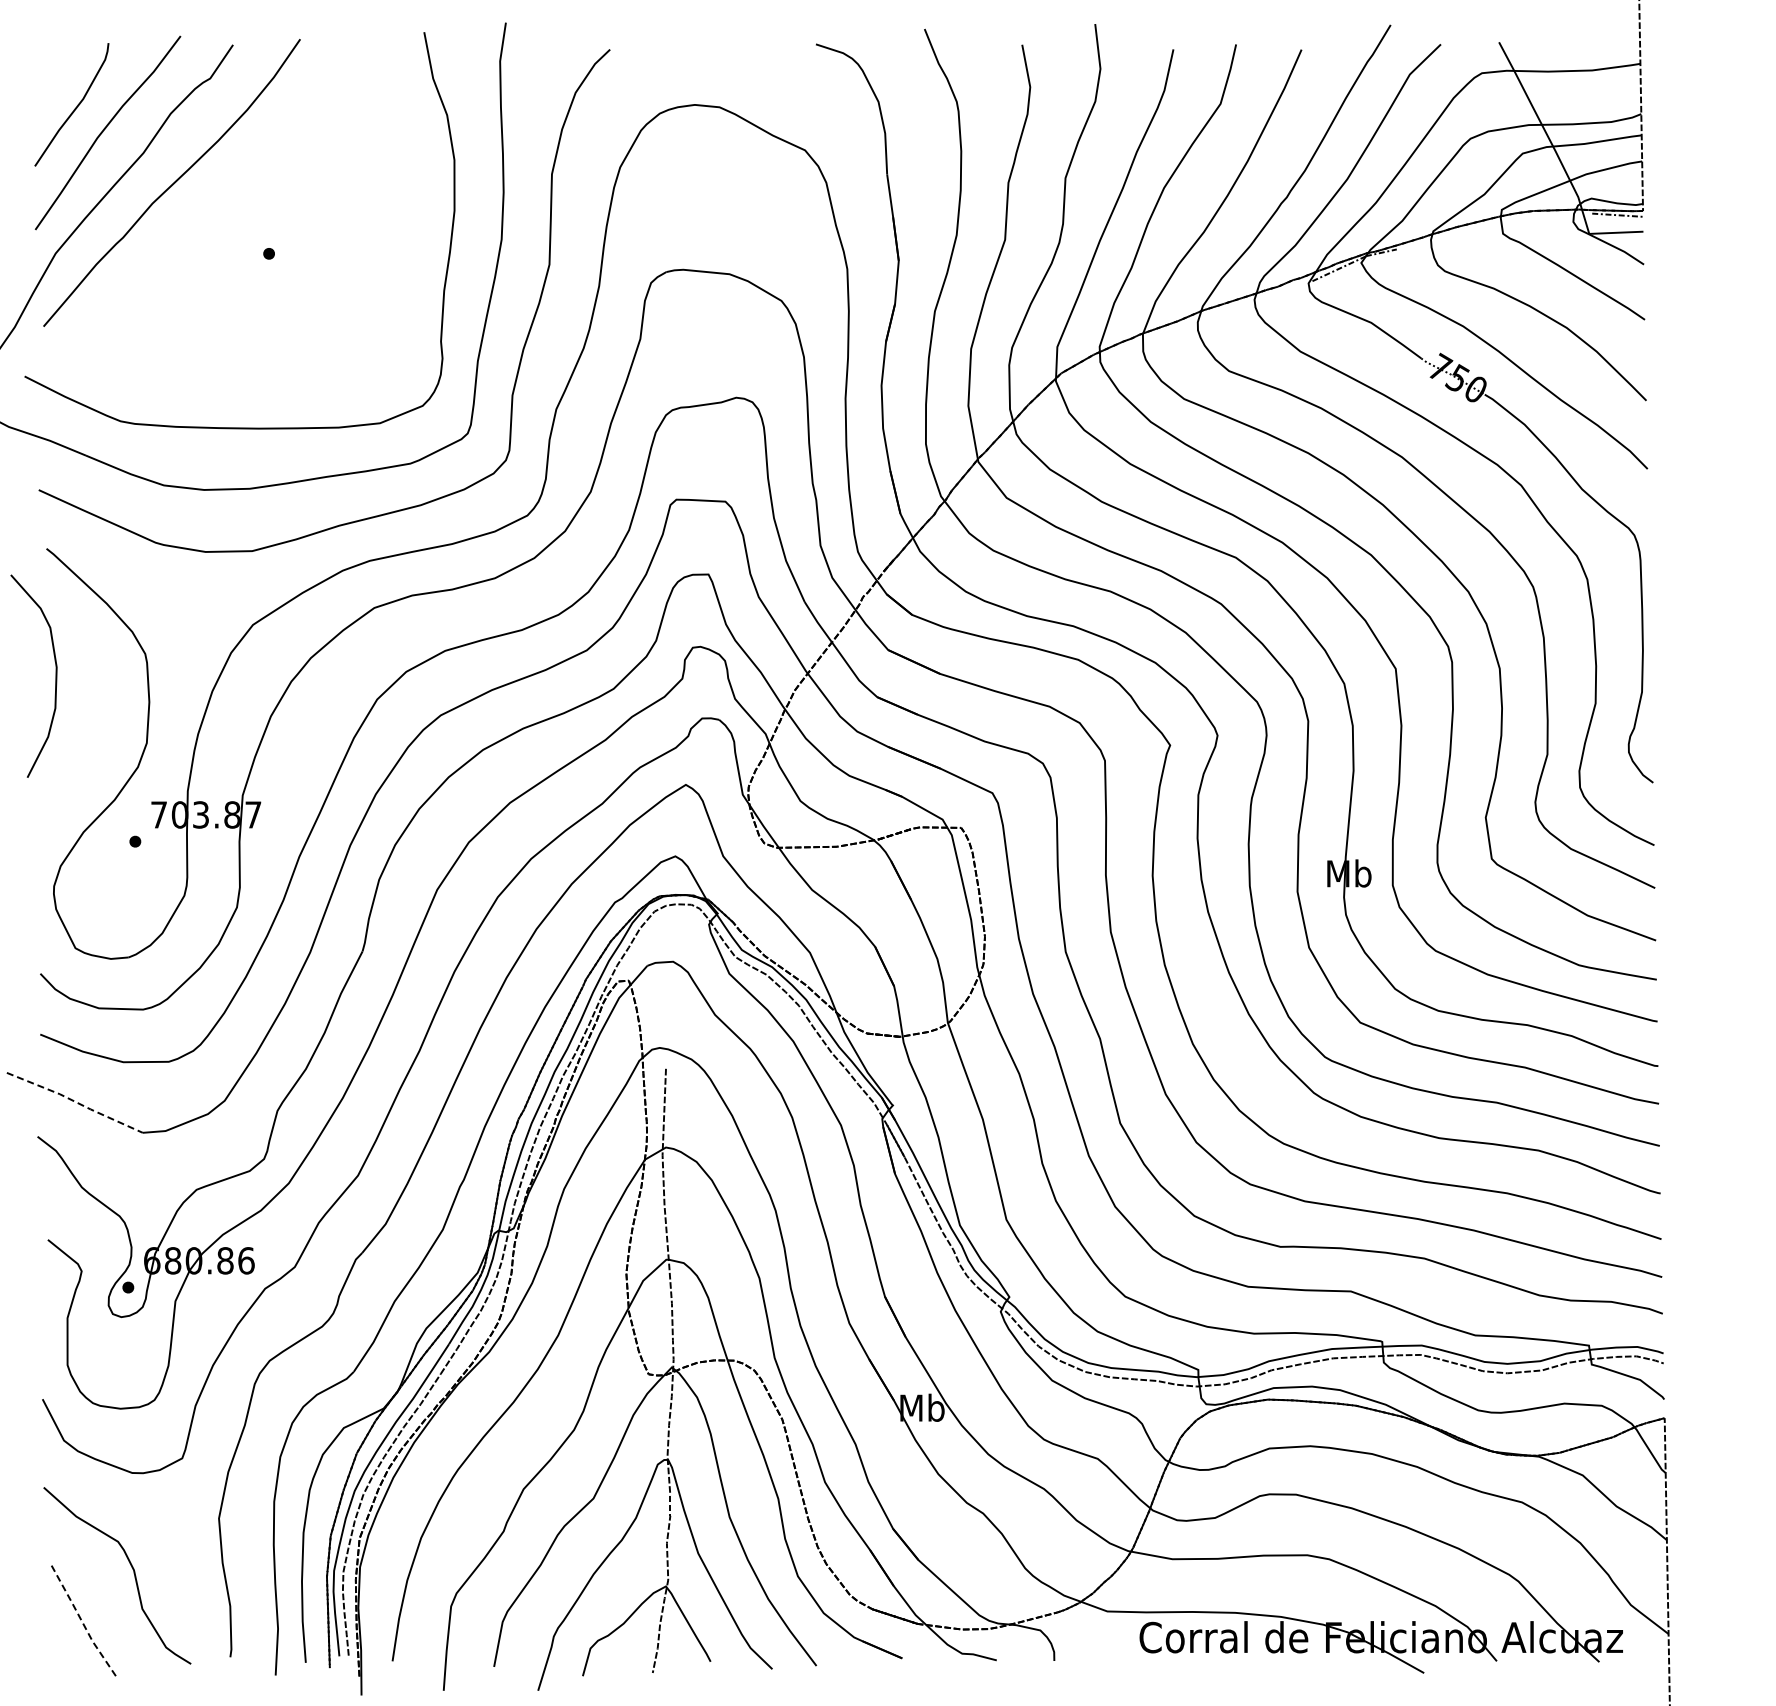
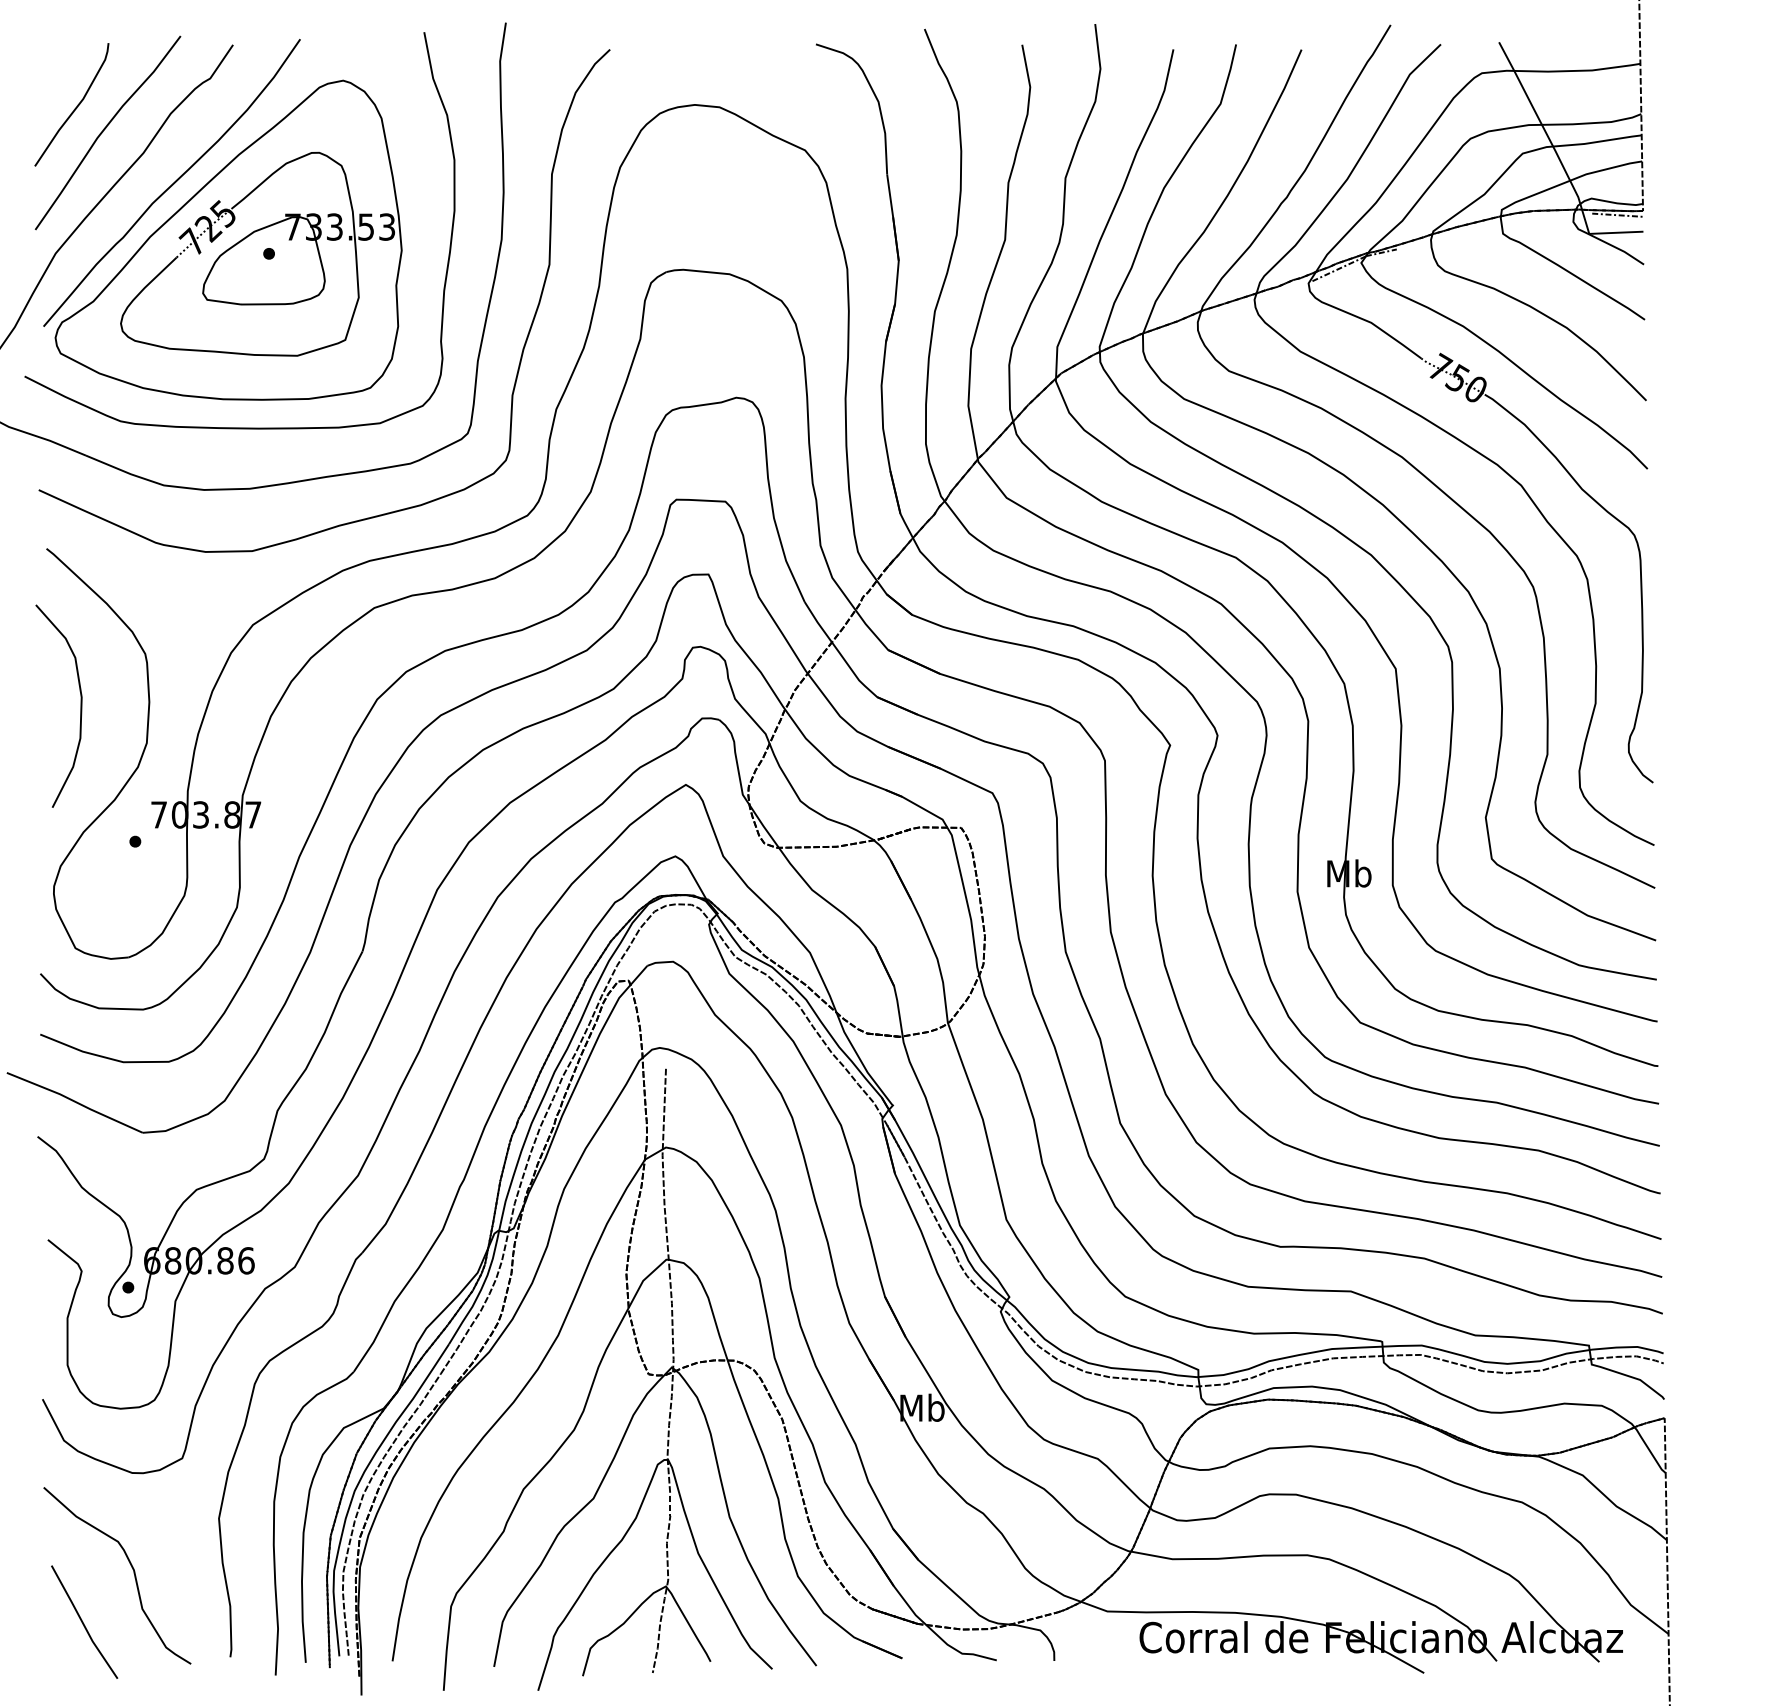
part at (228, 239): none -> present
curve at (55, 675) position: (55, 675) -> (80, 705)
line at (75, 1102): dashed -> solid
line at (82, 1623): dashed -> solid
